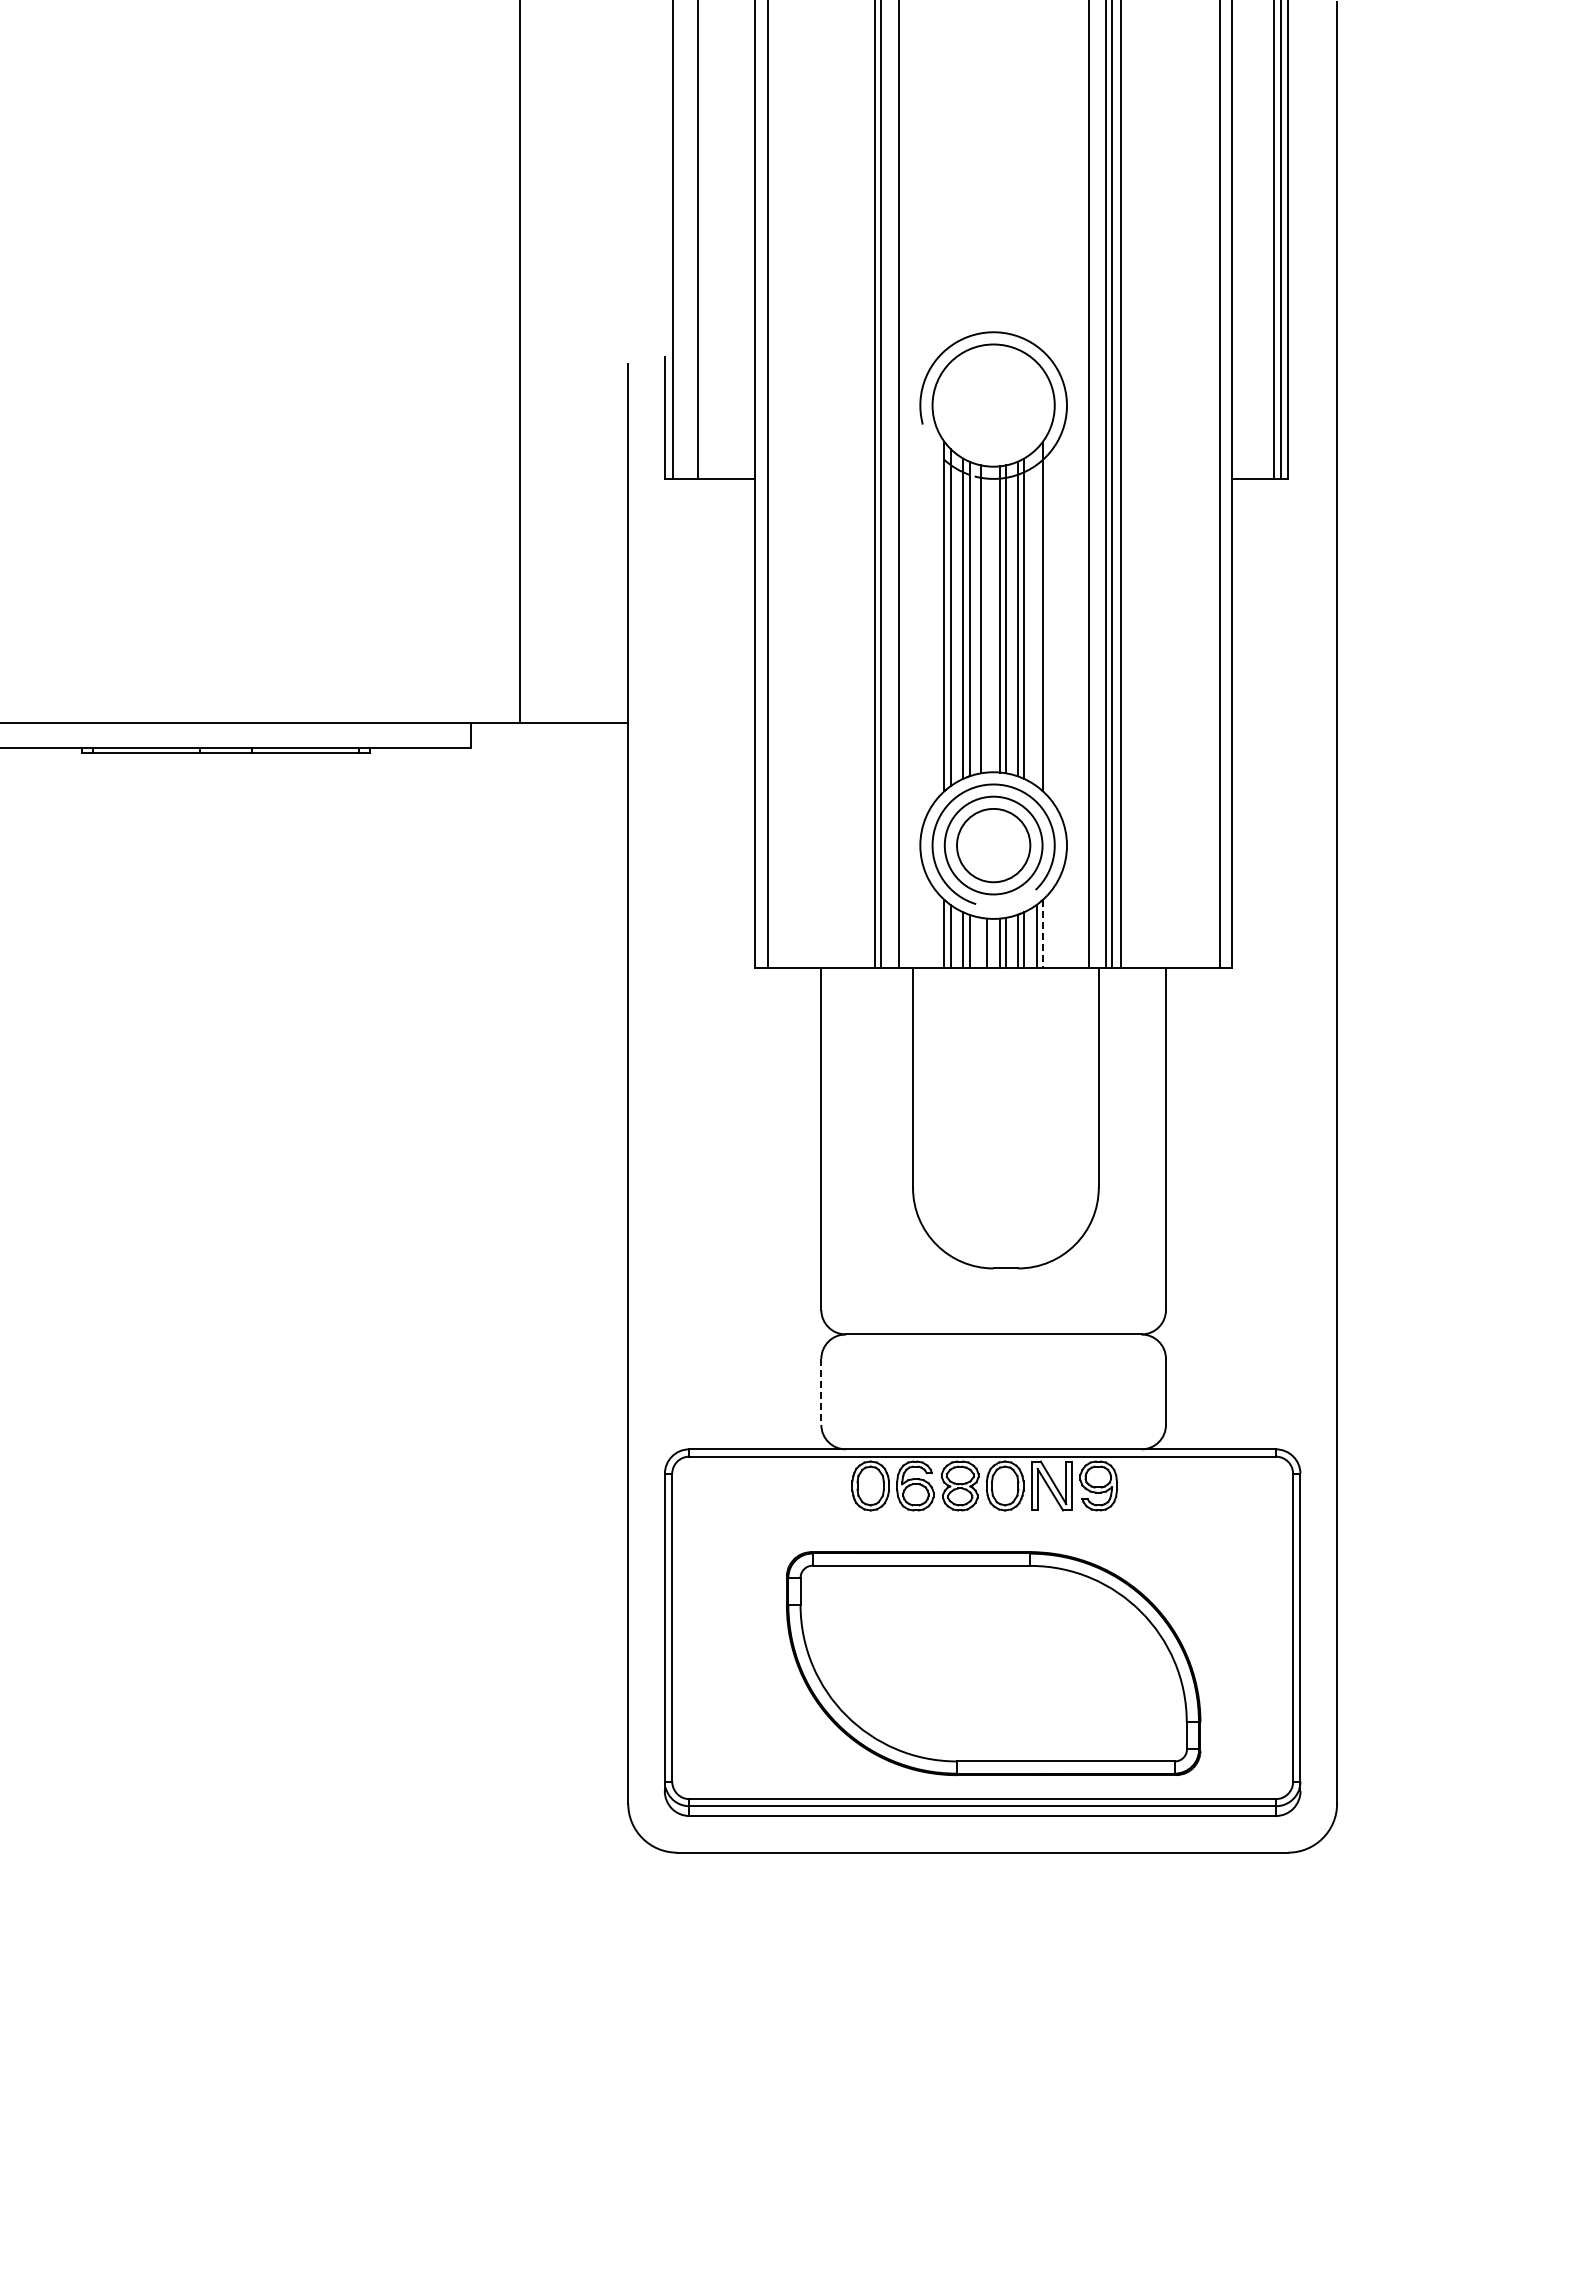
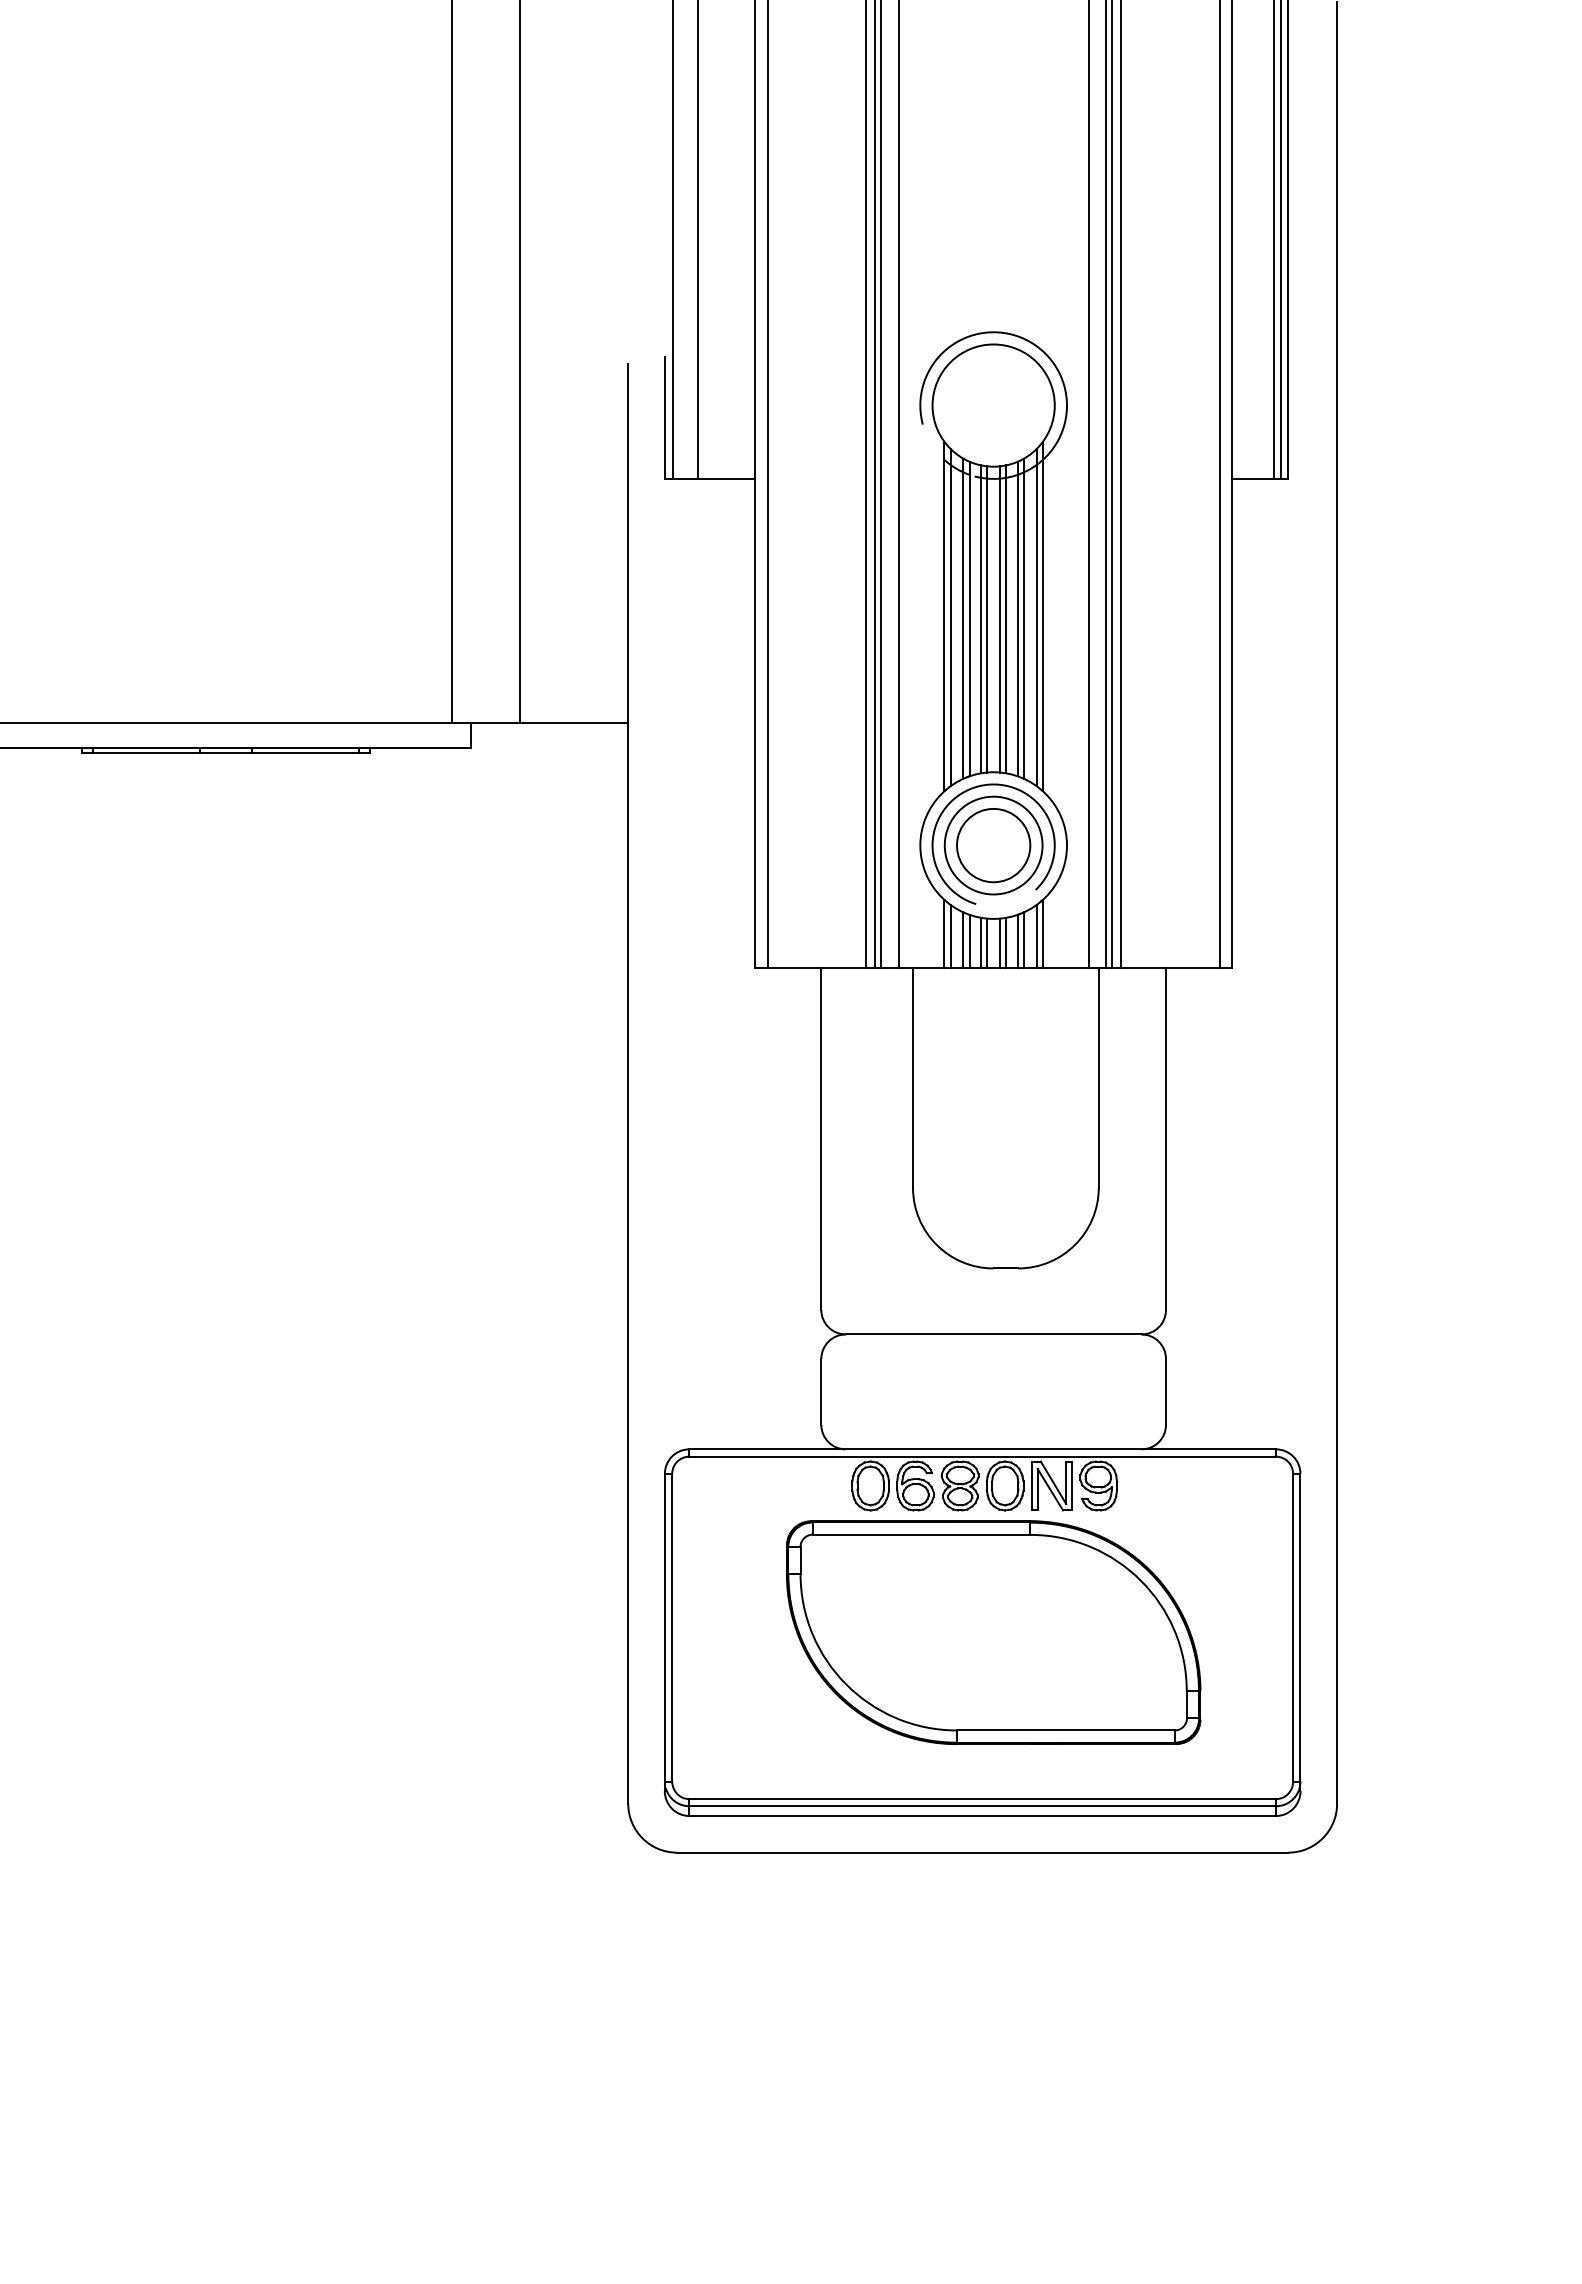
line at (452, 362): none -> present
line at (866, 484): none -> present
line at (1036, 617): none -> present
line at (987, 619): none -> present
line at (1043, 933): dashed -> solid
line at (980, 942): none -> present
line at (821, 1391): dashed -> solid
part at (993, 1663) position: (993, 1663) -> (993, 1632)
